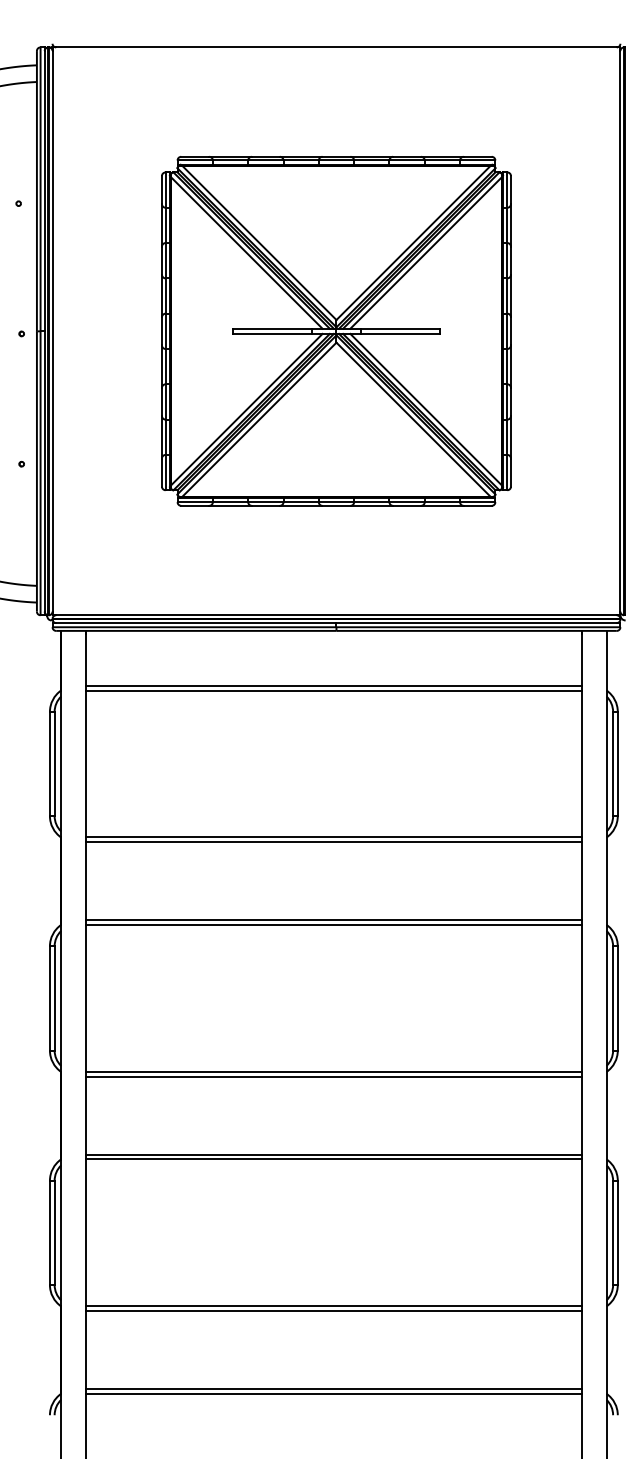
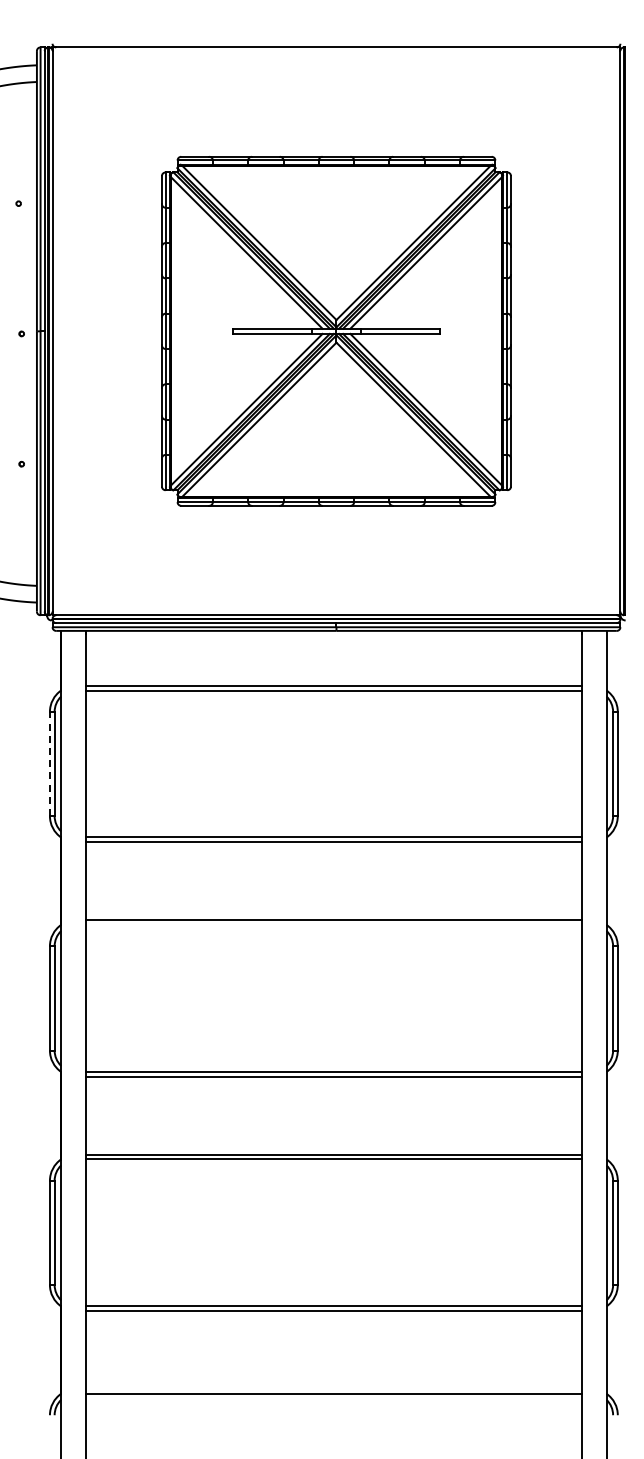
line at (49, 763): solid -> dashed
line at (333, 924): present -> none
line at (333, 1389): present -> none
